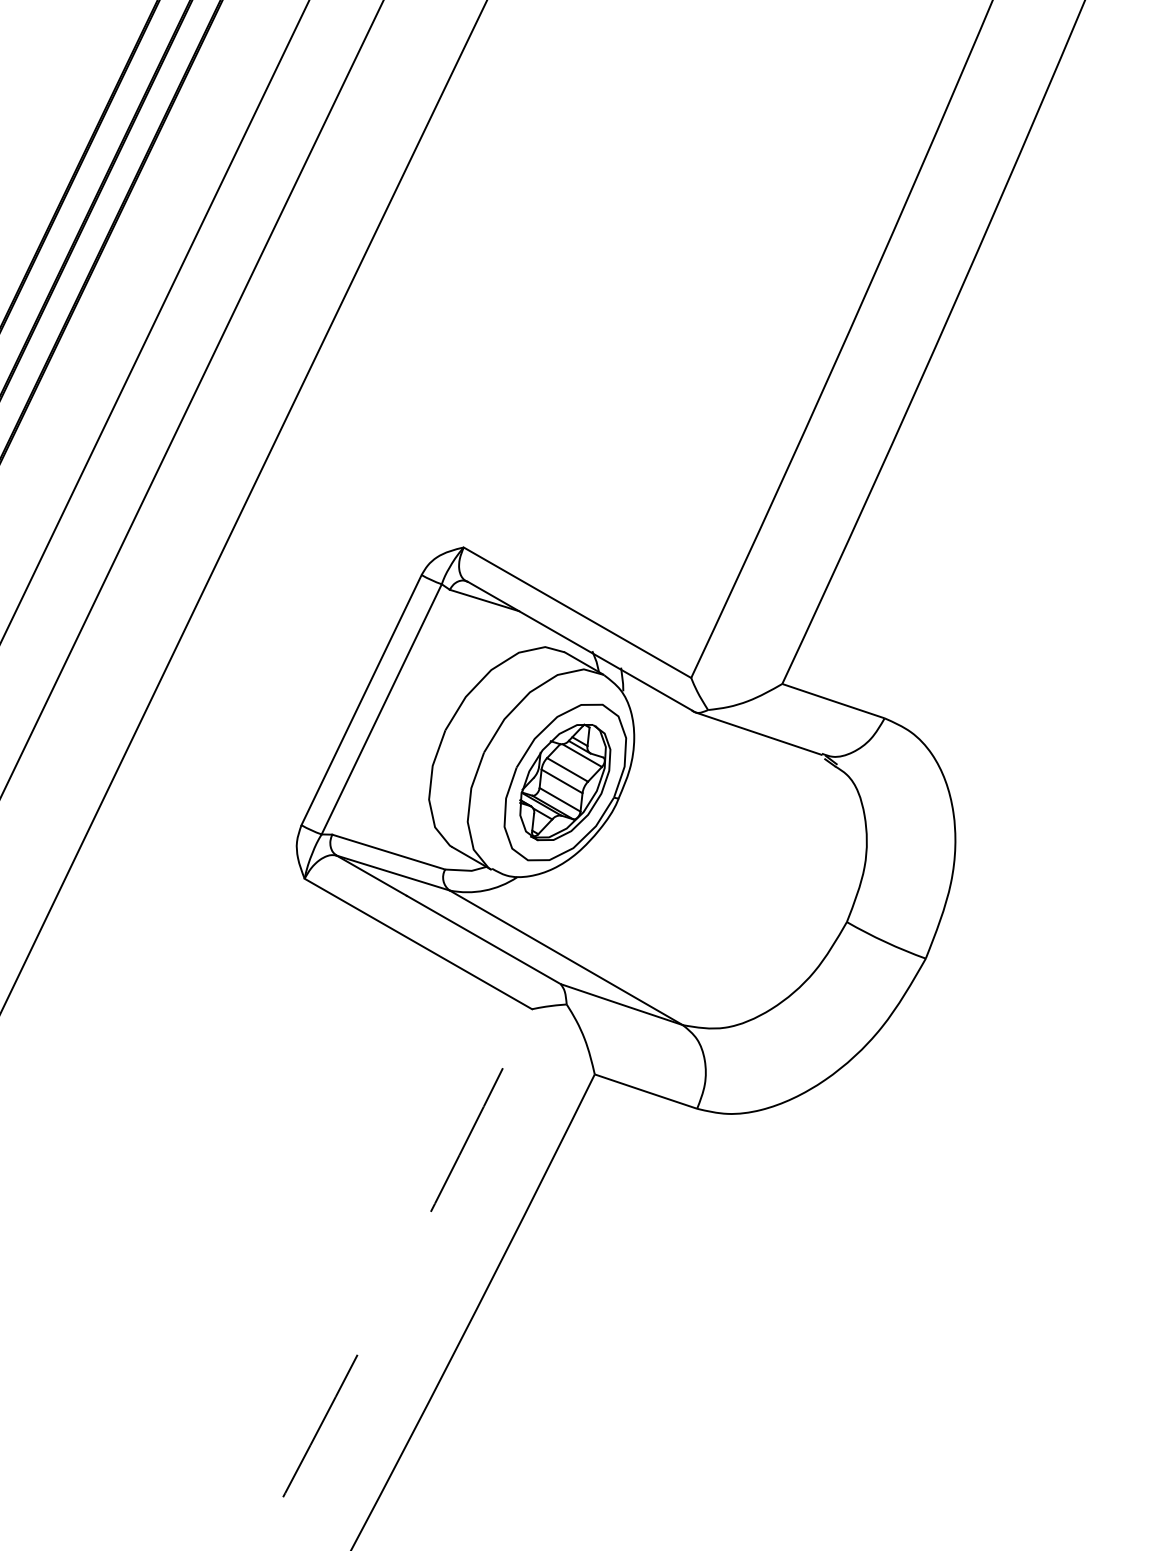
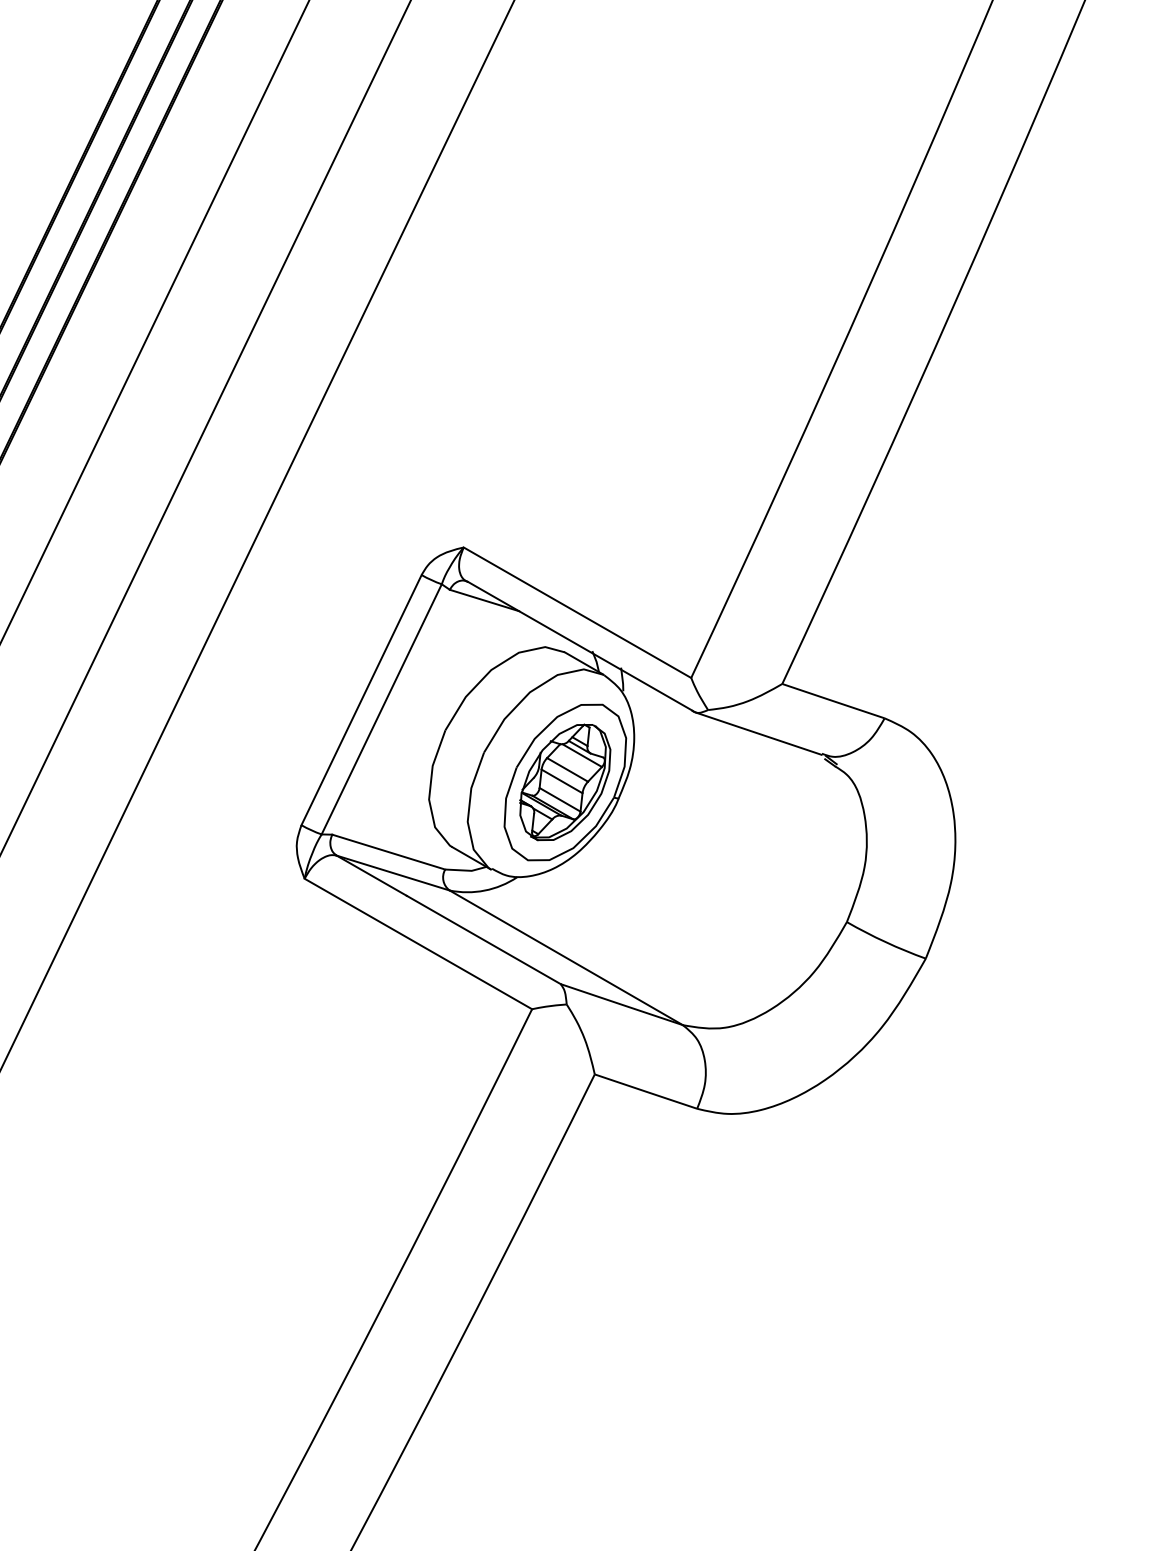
line at (192, 398) position: (192, 398) -> (206, 426)
line at (244, 506) position: (244, 506) -> (257, 534)
arc at (395, 1280): dashed -> solid
